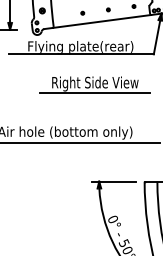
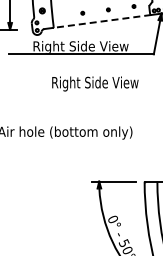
line at (102, 21): solid -> dashed
text at (80, 46): Flying plate(rear) -> Right Side View
line at (94, 92): present -> none
line at (80, 142): present -> none
